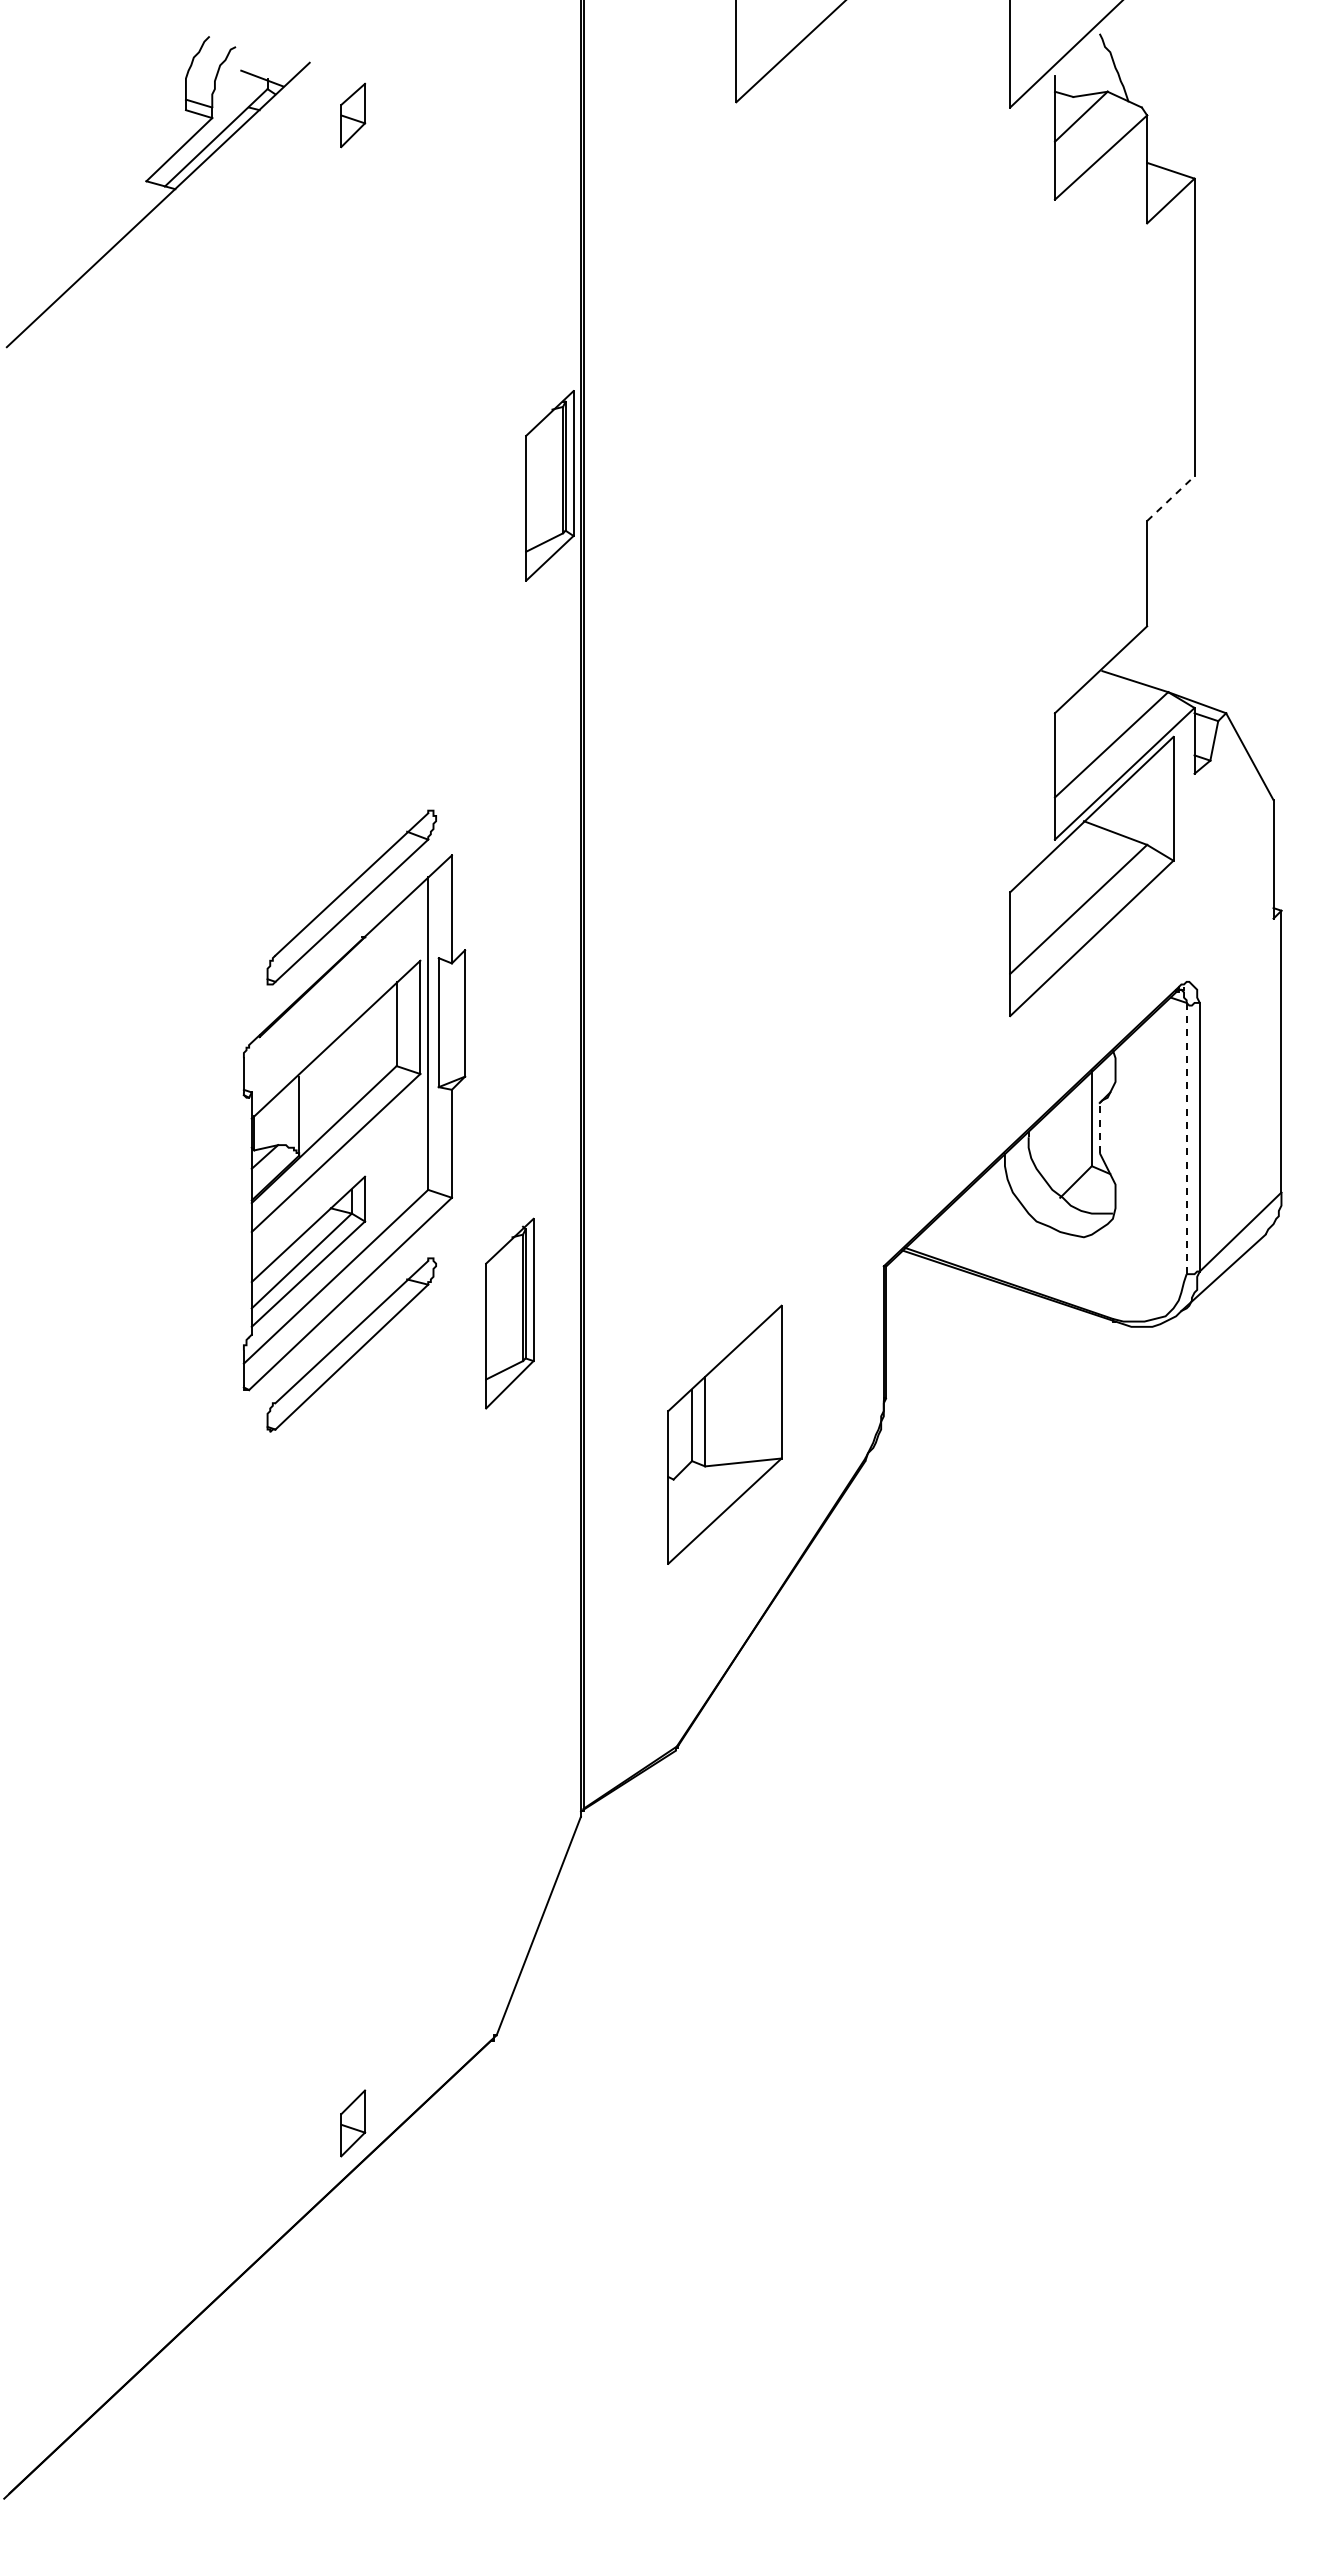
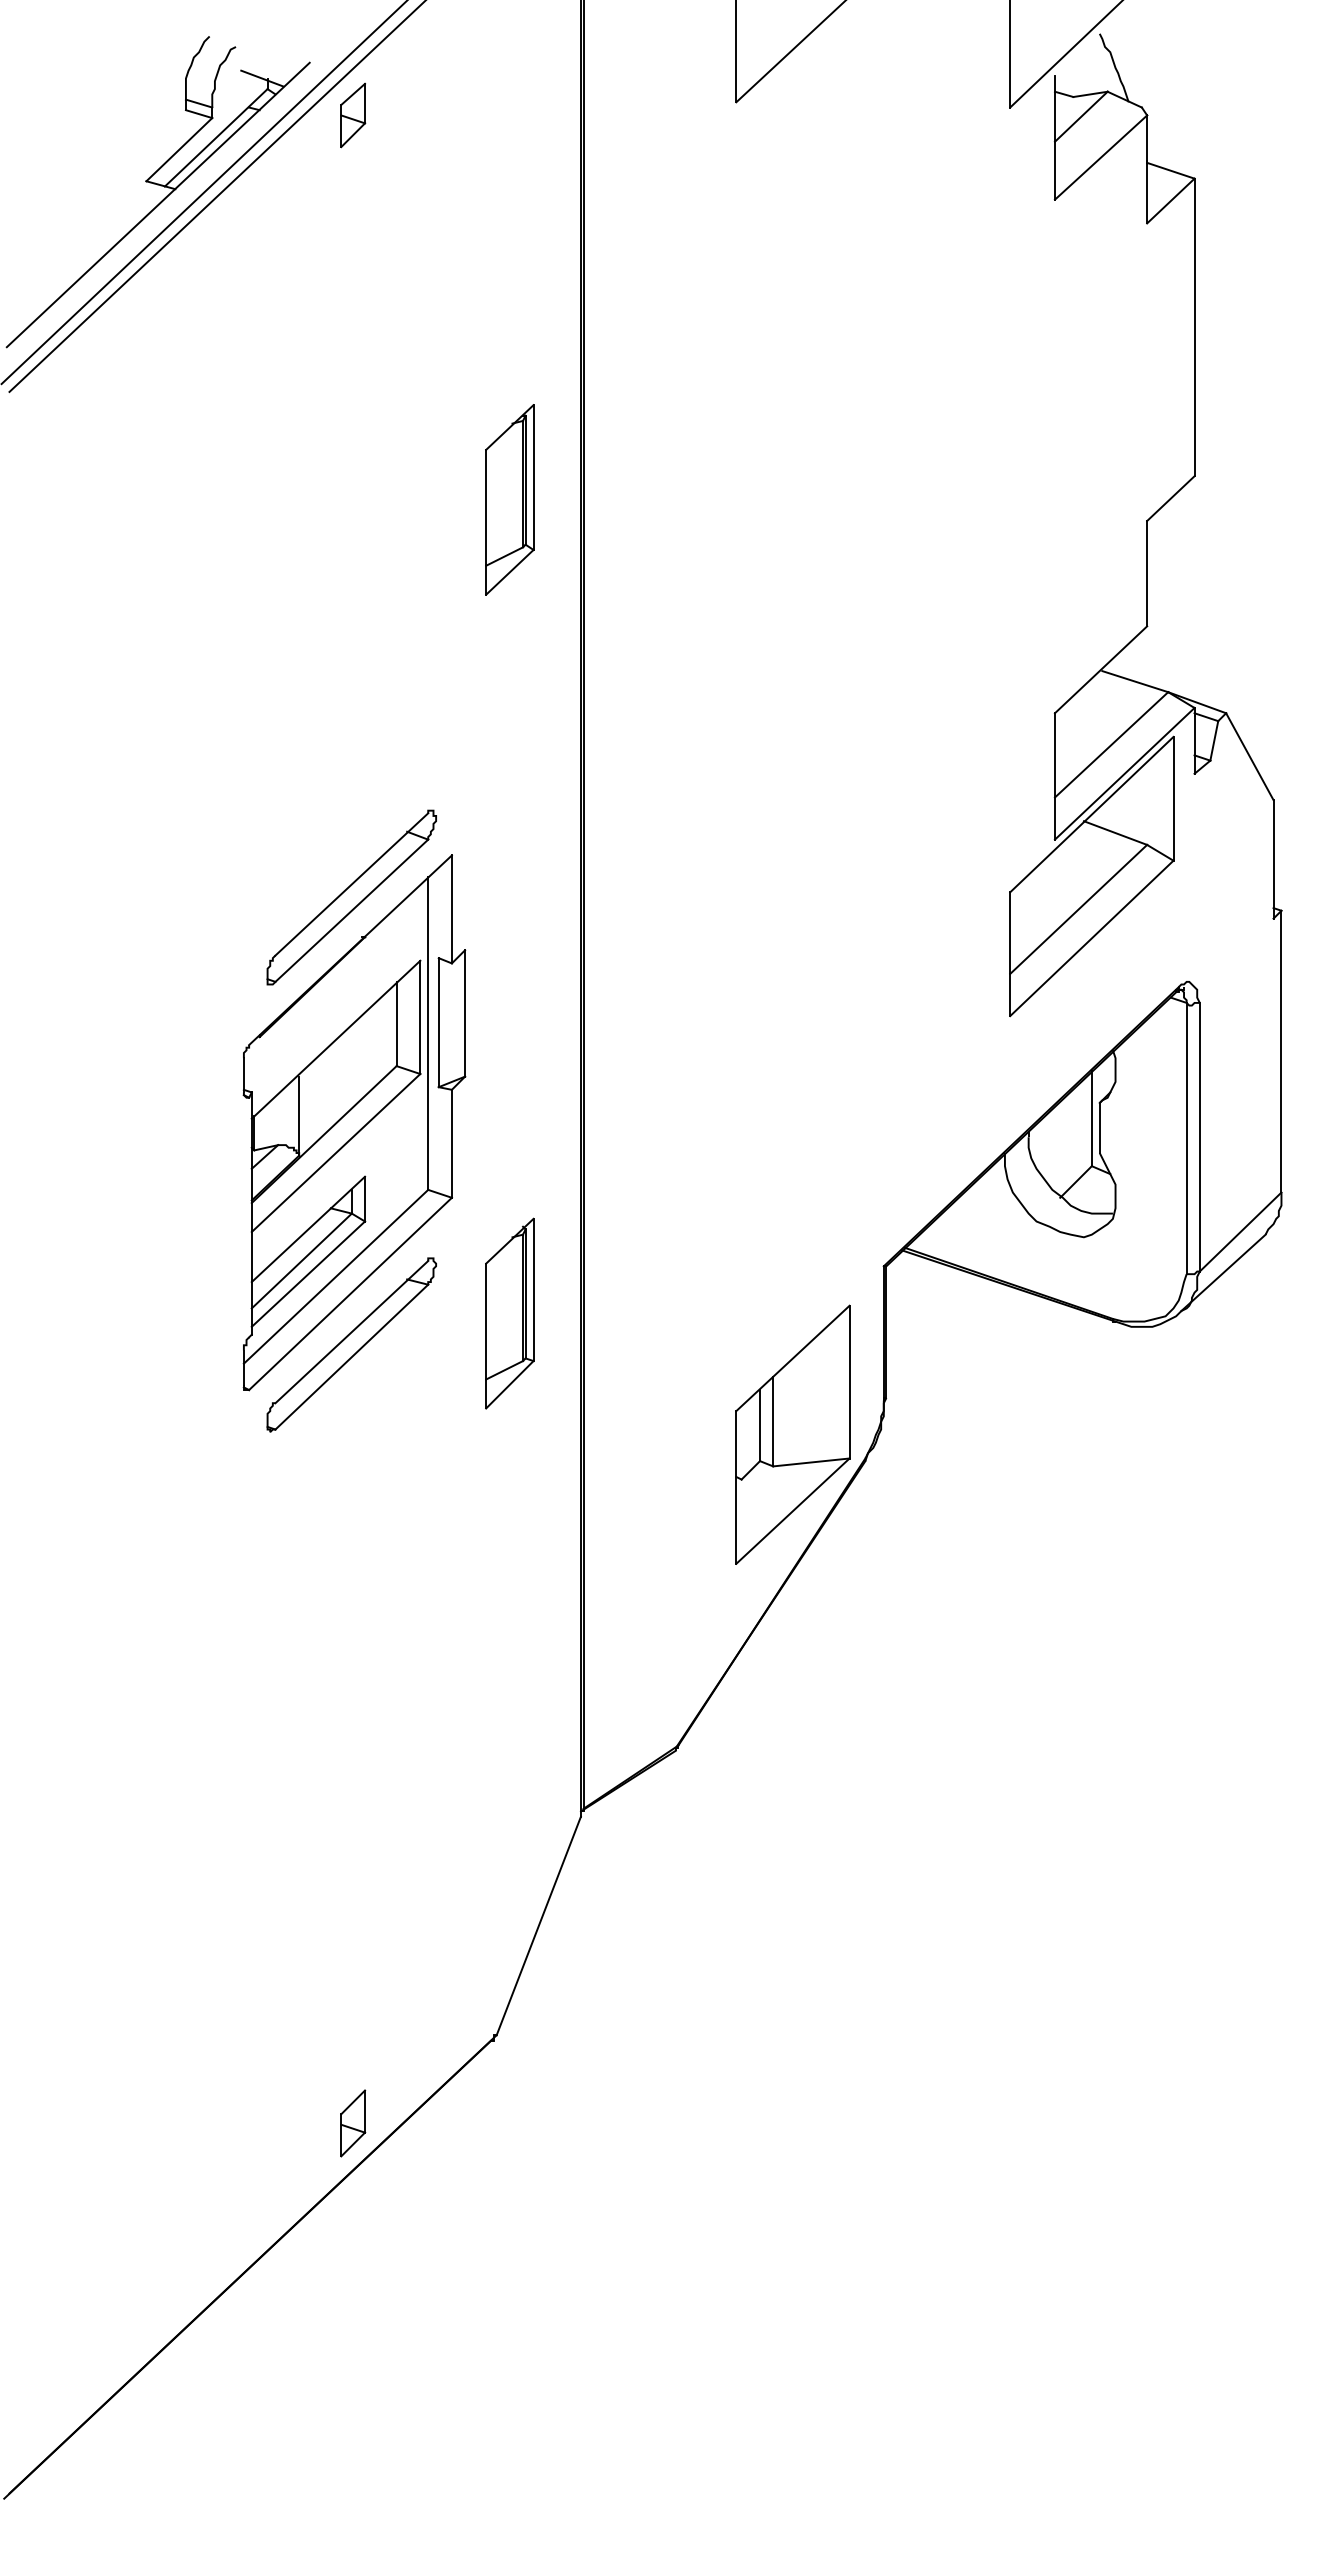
line at (203, 192): none -> present
line at (216, 196): none -> present
part at (549, 485) position: (549, 485) -> (509, 499)
line at (1170, 498): dashed -> solid
line at (1099, 1127): dashed -> solid
line at (1186, 1138): dashed -> solid
part at (724, 1434) position: (724, 1434) -> (792, 1434)
